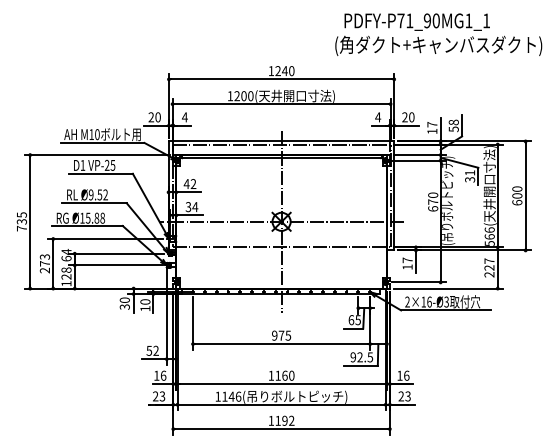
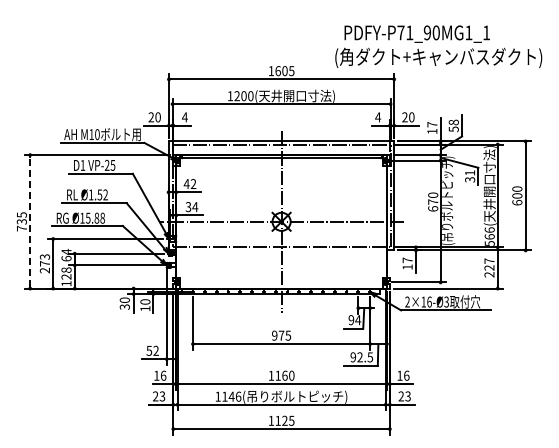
text at (438, 34) position: (438, 34) -> (438, 46)
text at (284, 71): 1240 -> 1605
text at (90, 194): Ø9.52 -> Ø1.52
line at (30, 221): solid -> dashed
text at (354, 320): 65 -> 94
text at (288, 420): 1192 -> 1125
